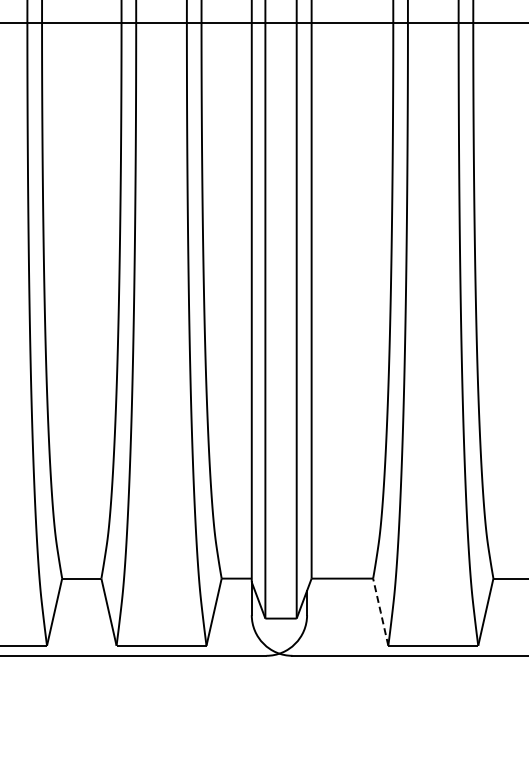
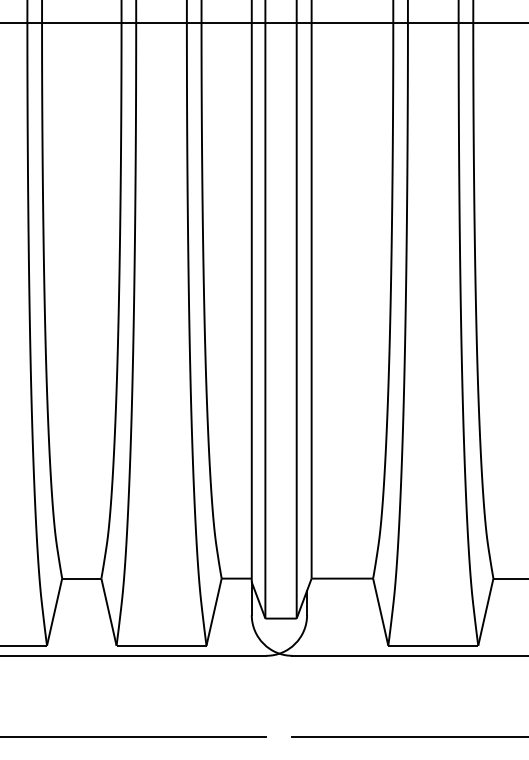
line at (380, 612): dashed -> solid
line at (134, 737): none -> present
line at (408, 737): none -> present
